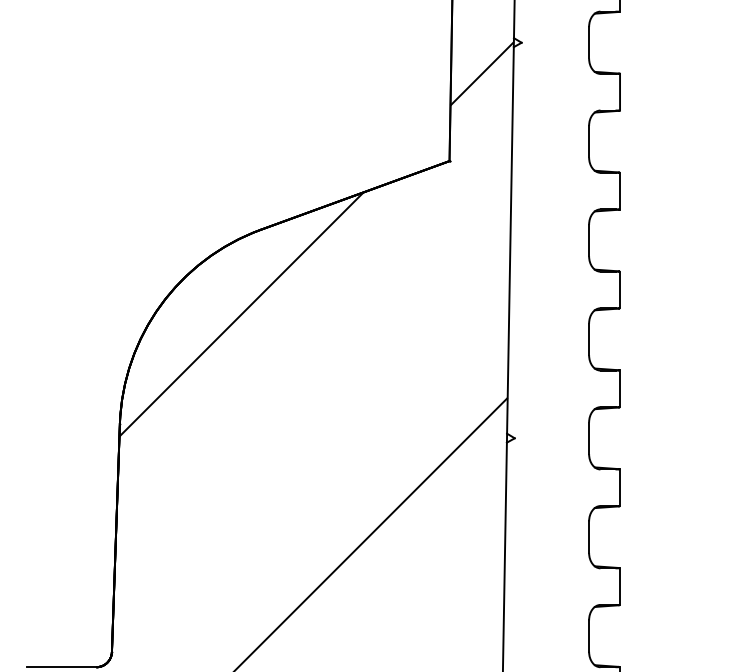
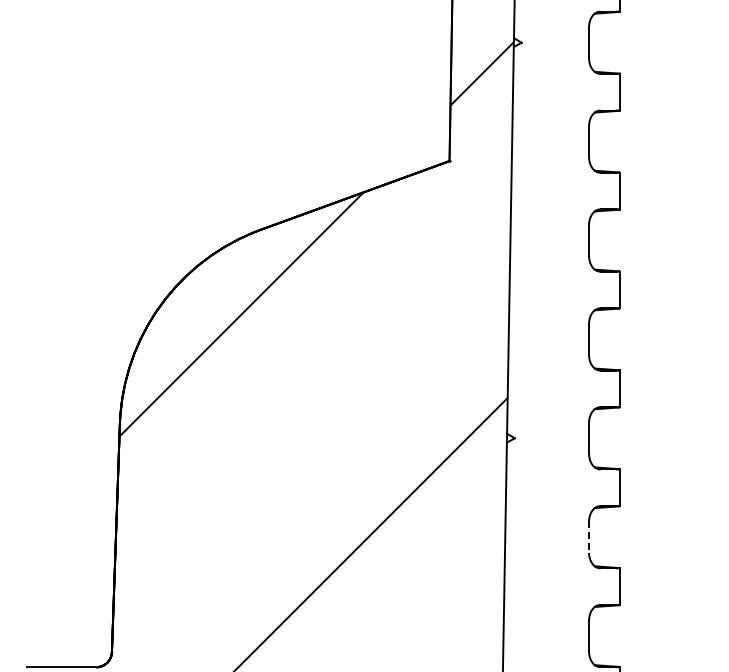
line at (589, 537): solid -> dashed
